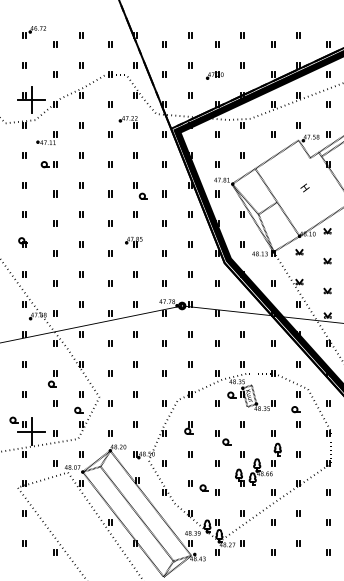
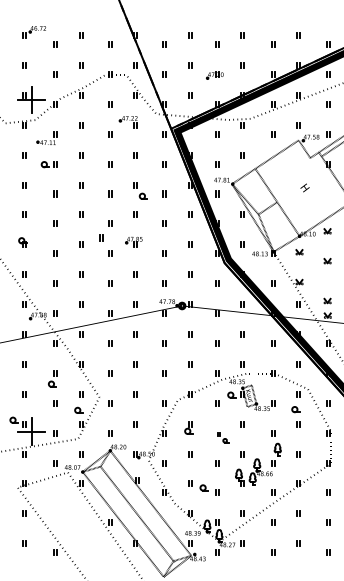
part at (101, 237): none -> present
part at (327, 290) position: (327, 290) -> (327, 300)
part at (223, 437) size: 17x16 px -> 13x12 px
